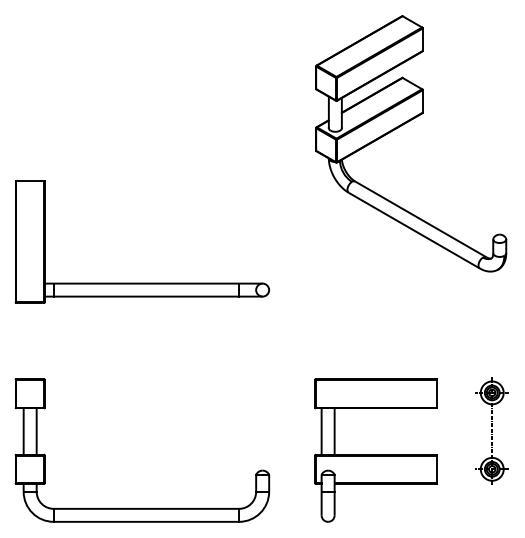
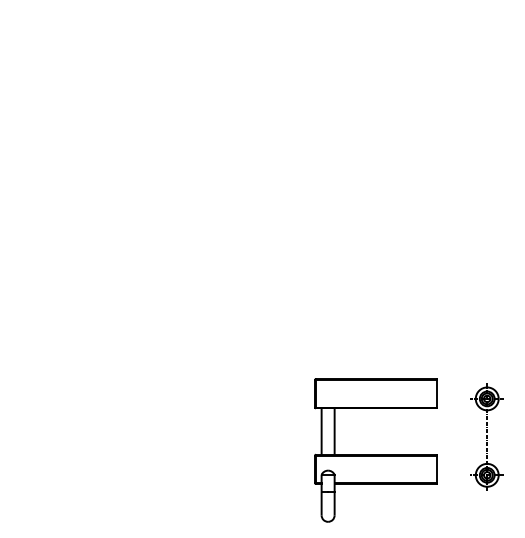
part at (403, 125): present -> none
part at (141, 282): present -> none
part at (491, 430) position: (491, 430) -> (486, 436)
part at (142, 508): present -> none
